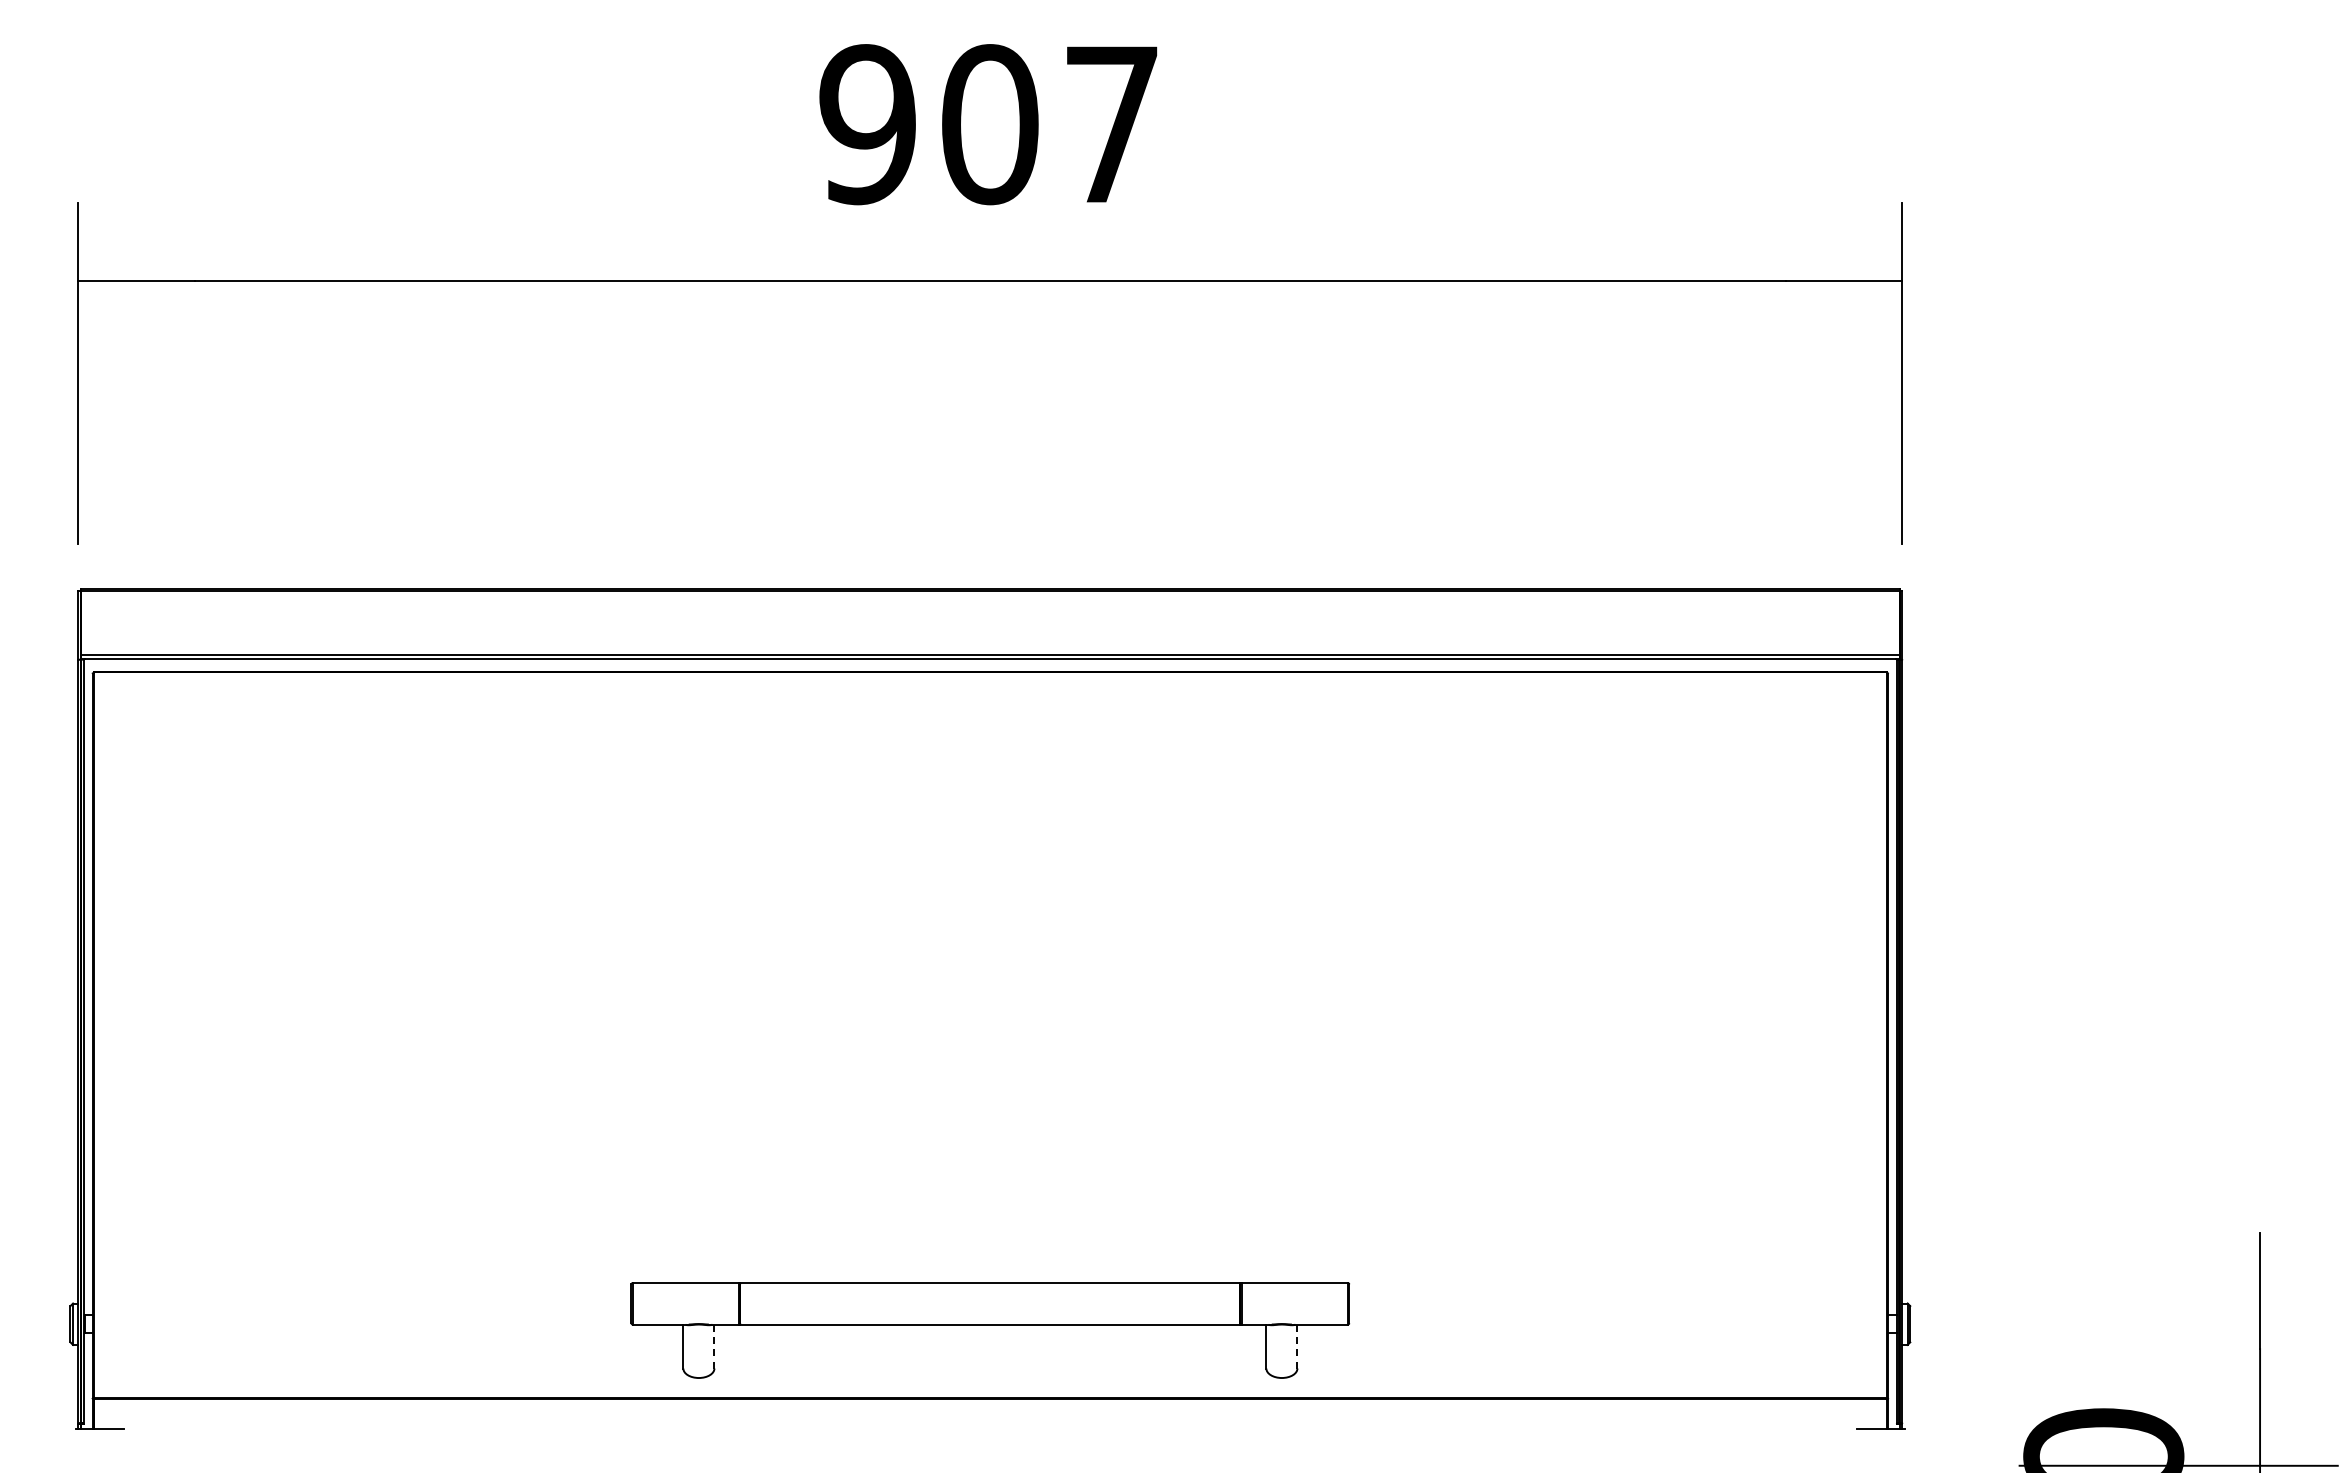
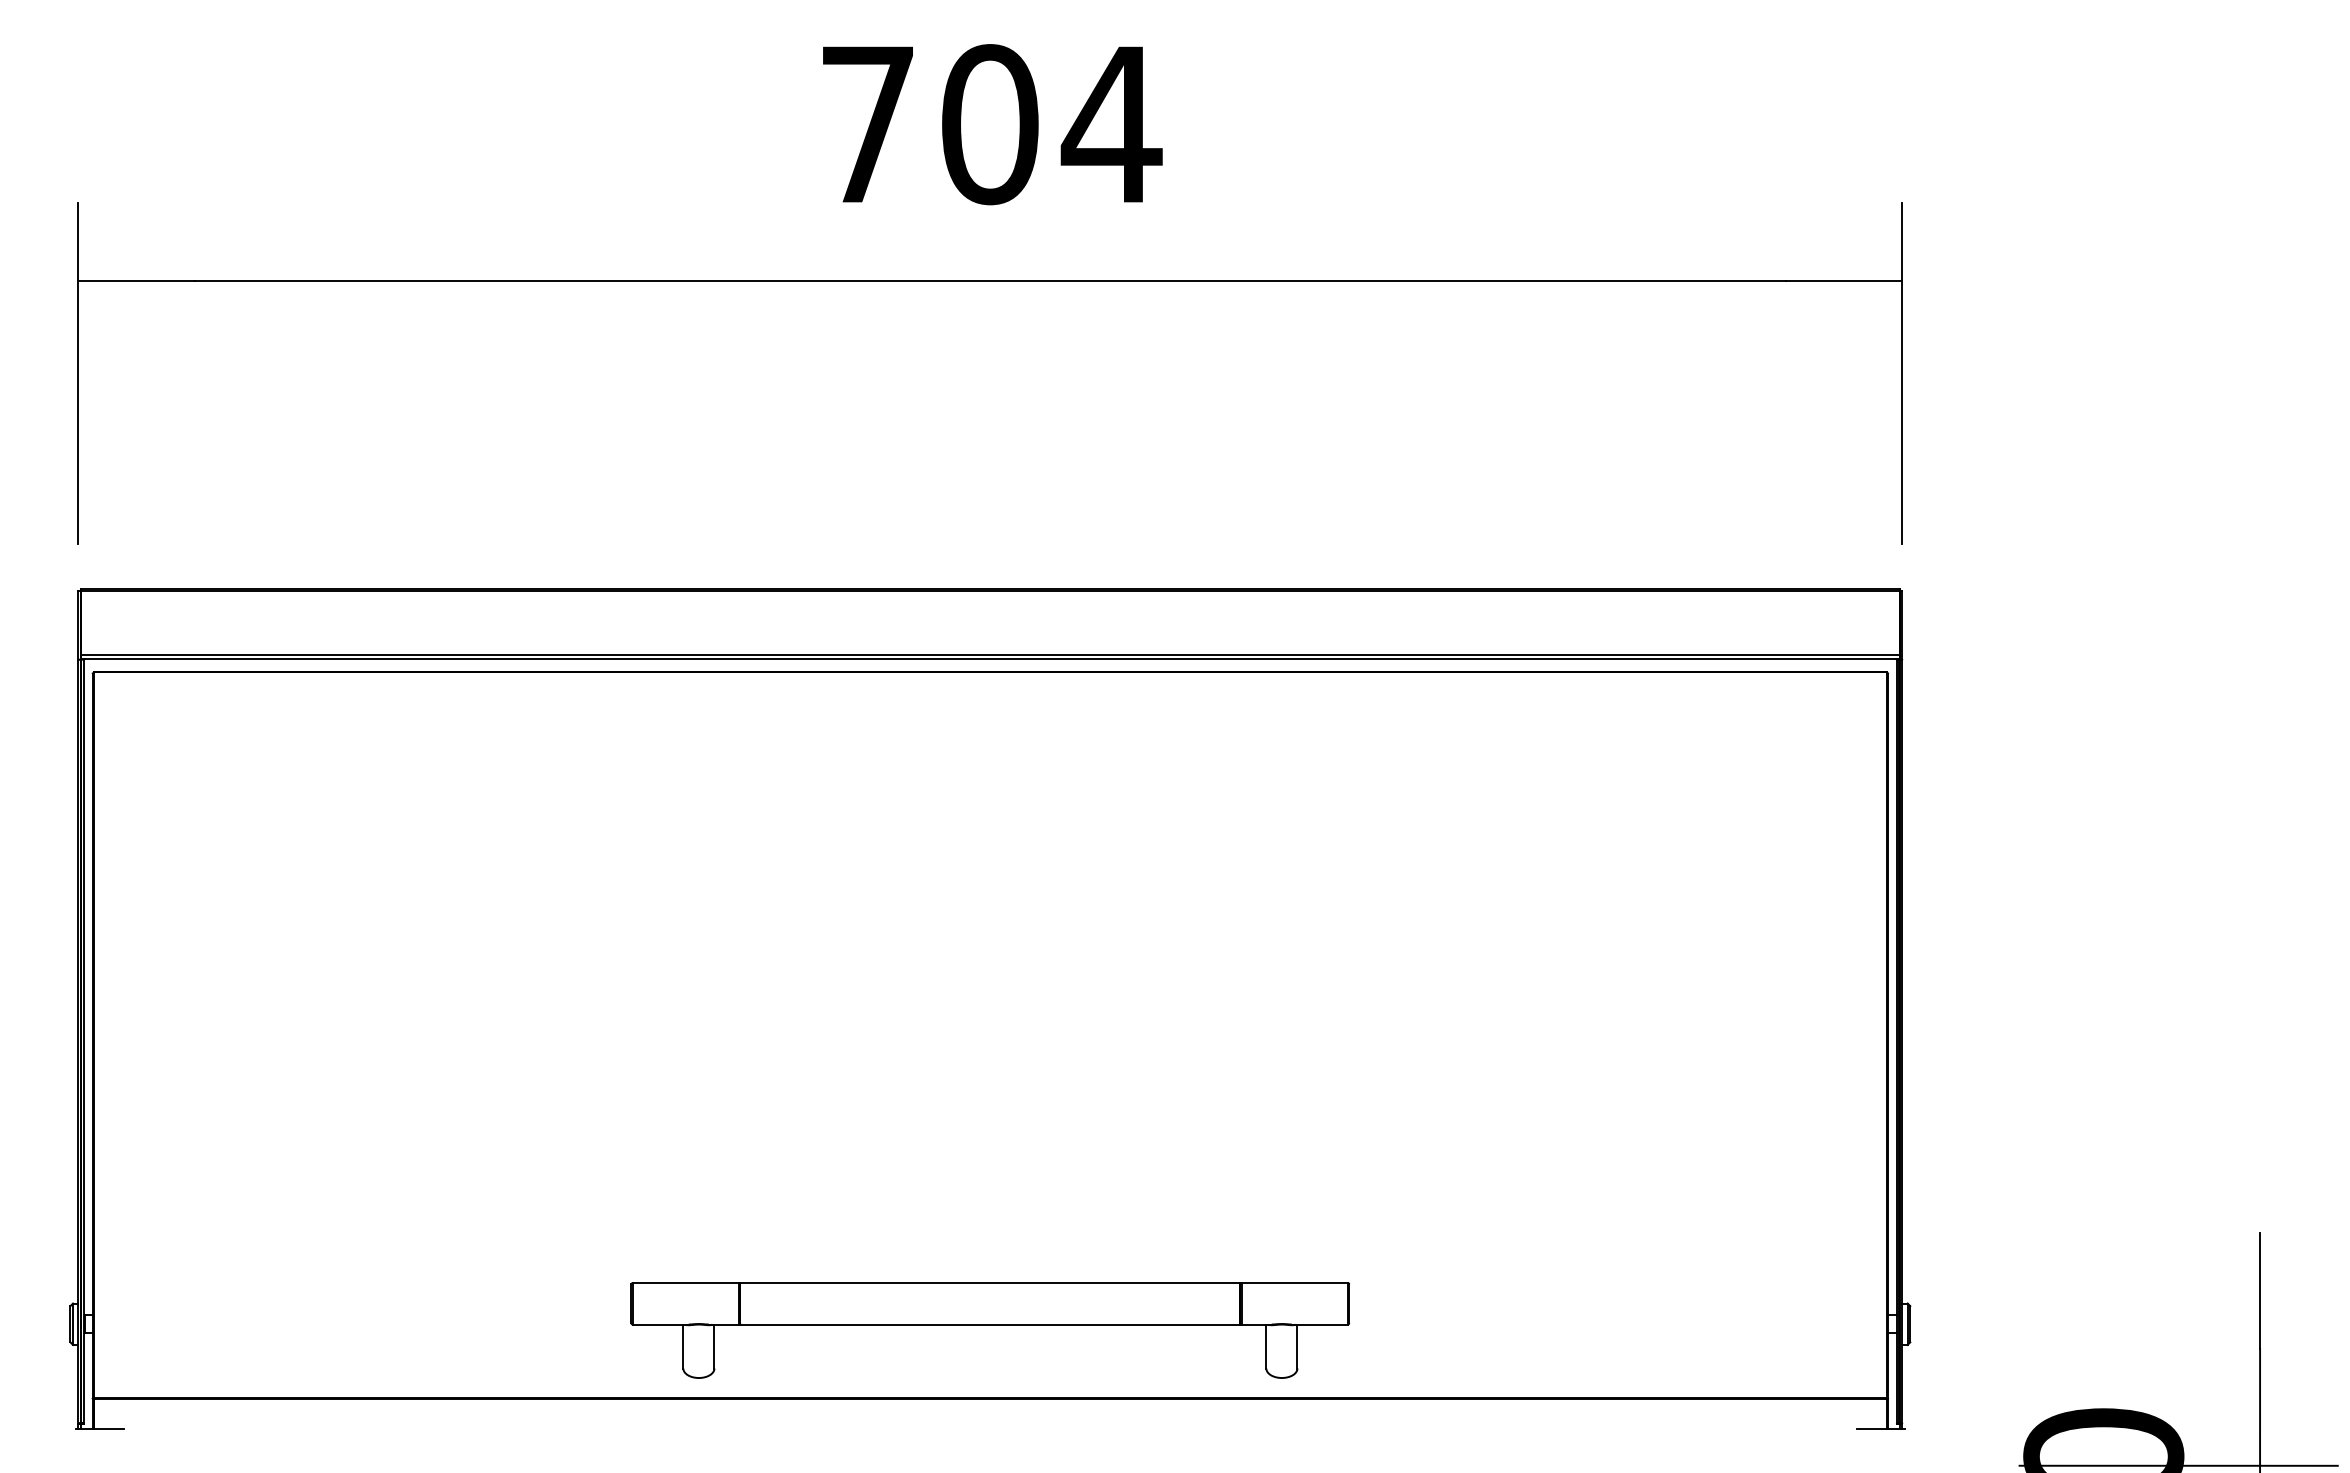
text at (990, 124): 907 -> 704
line at (714, 1346): dashed -> solid
line at (1297, 1346): dashed -> solid
